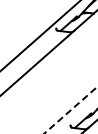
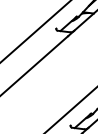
line at (40, 35) position: (40, 35) -> (35, 31)
line at (71, 110): dashed -> solid
